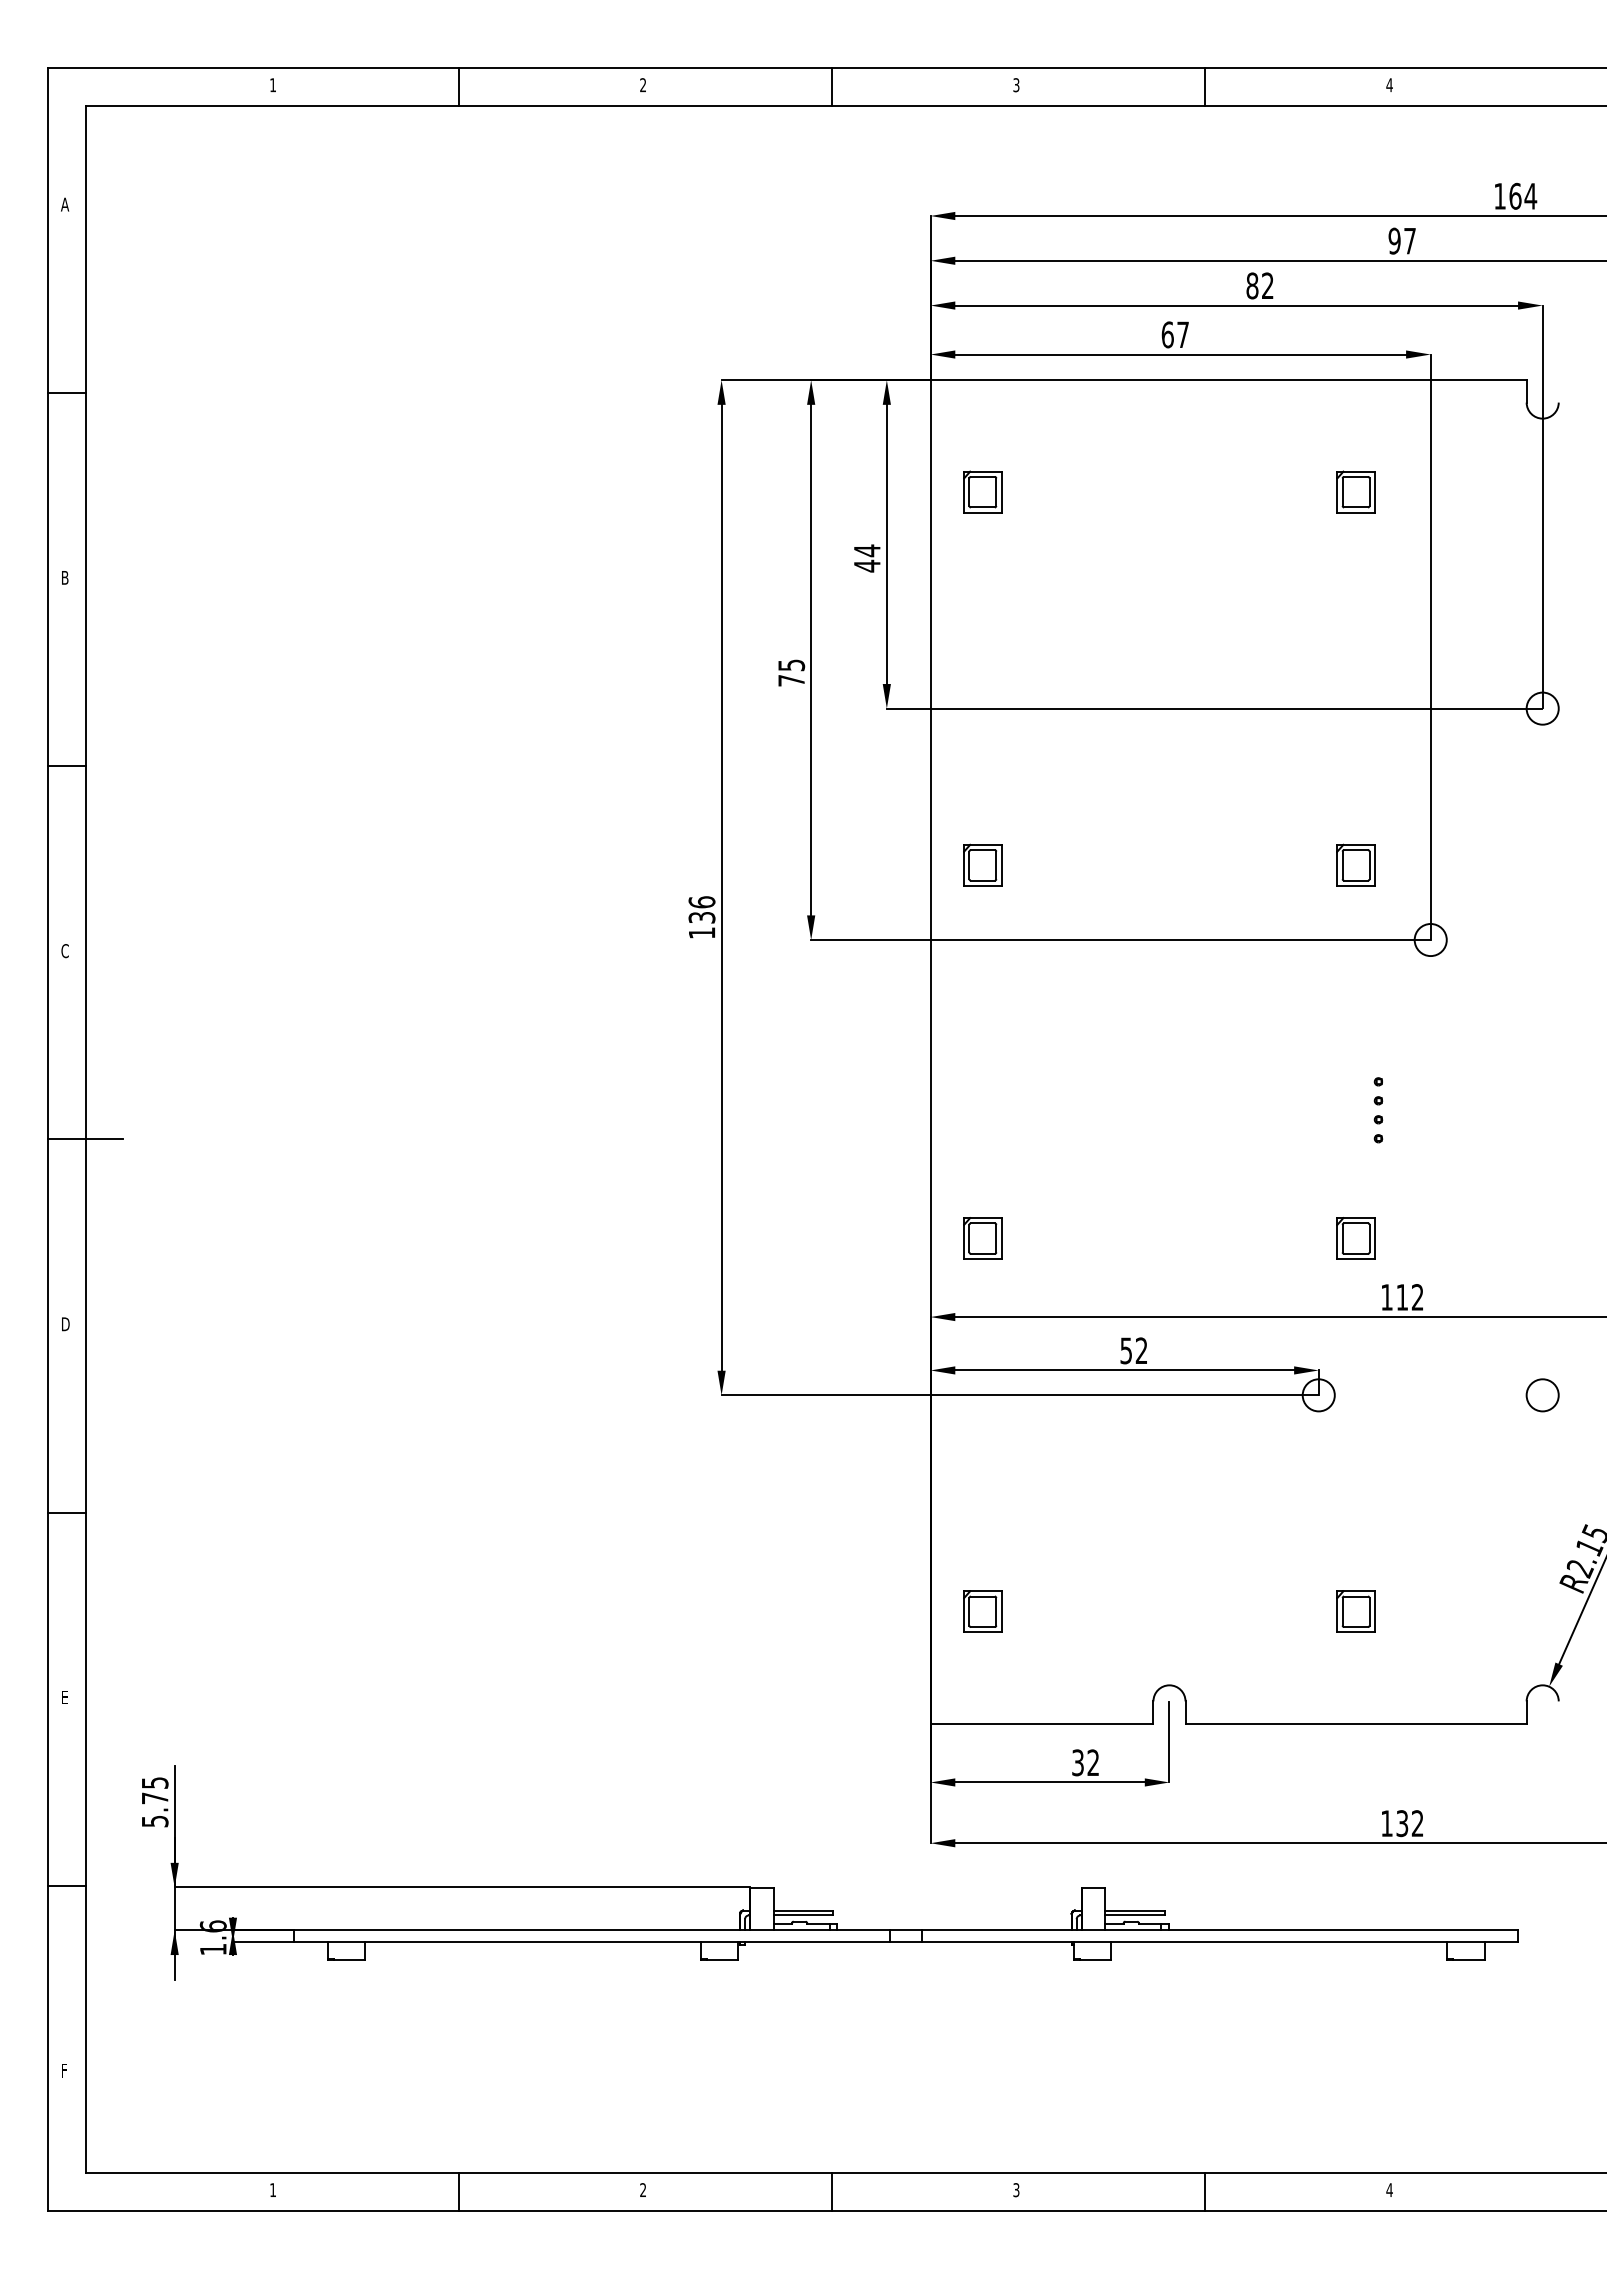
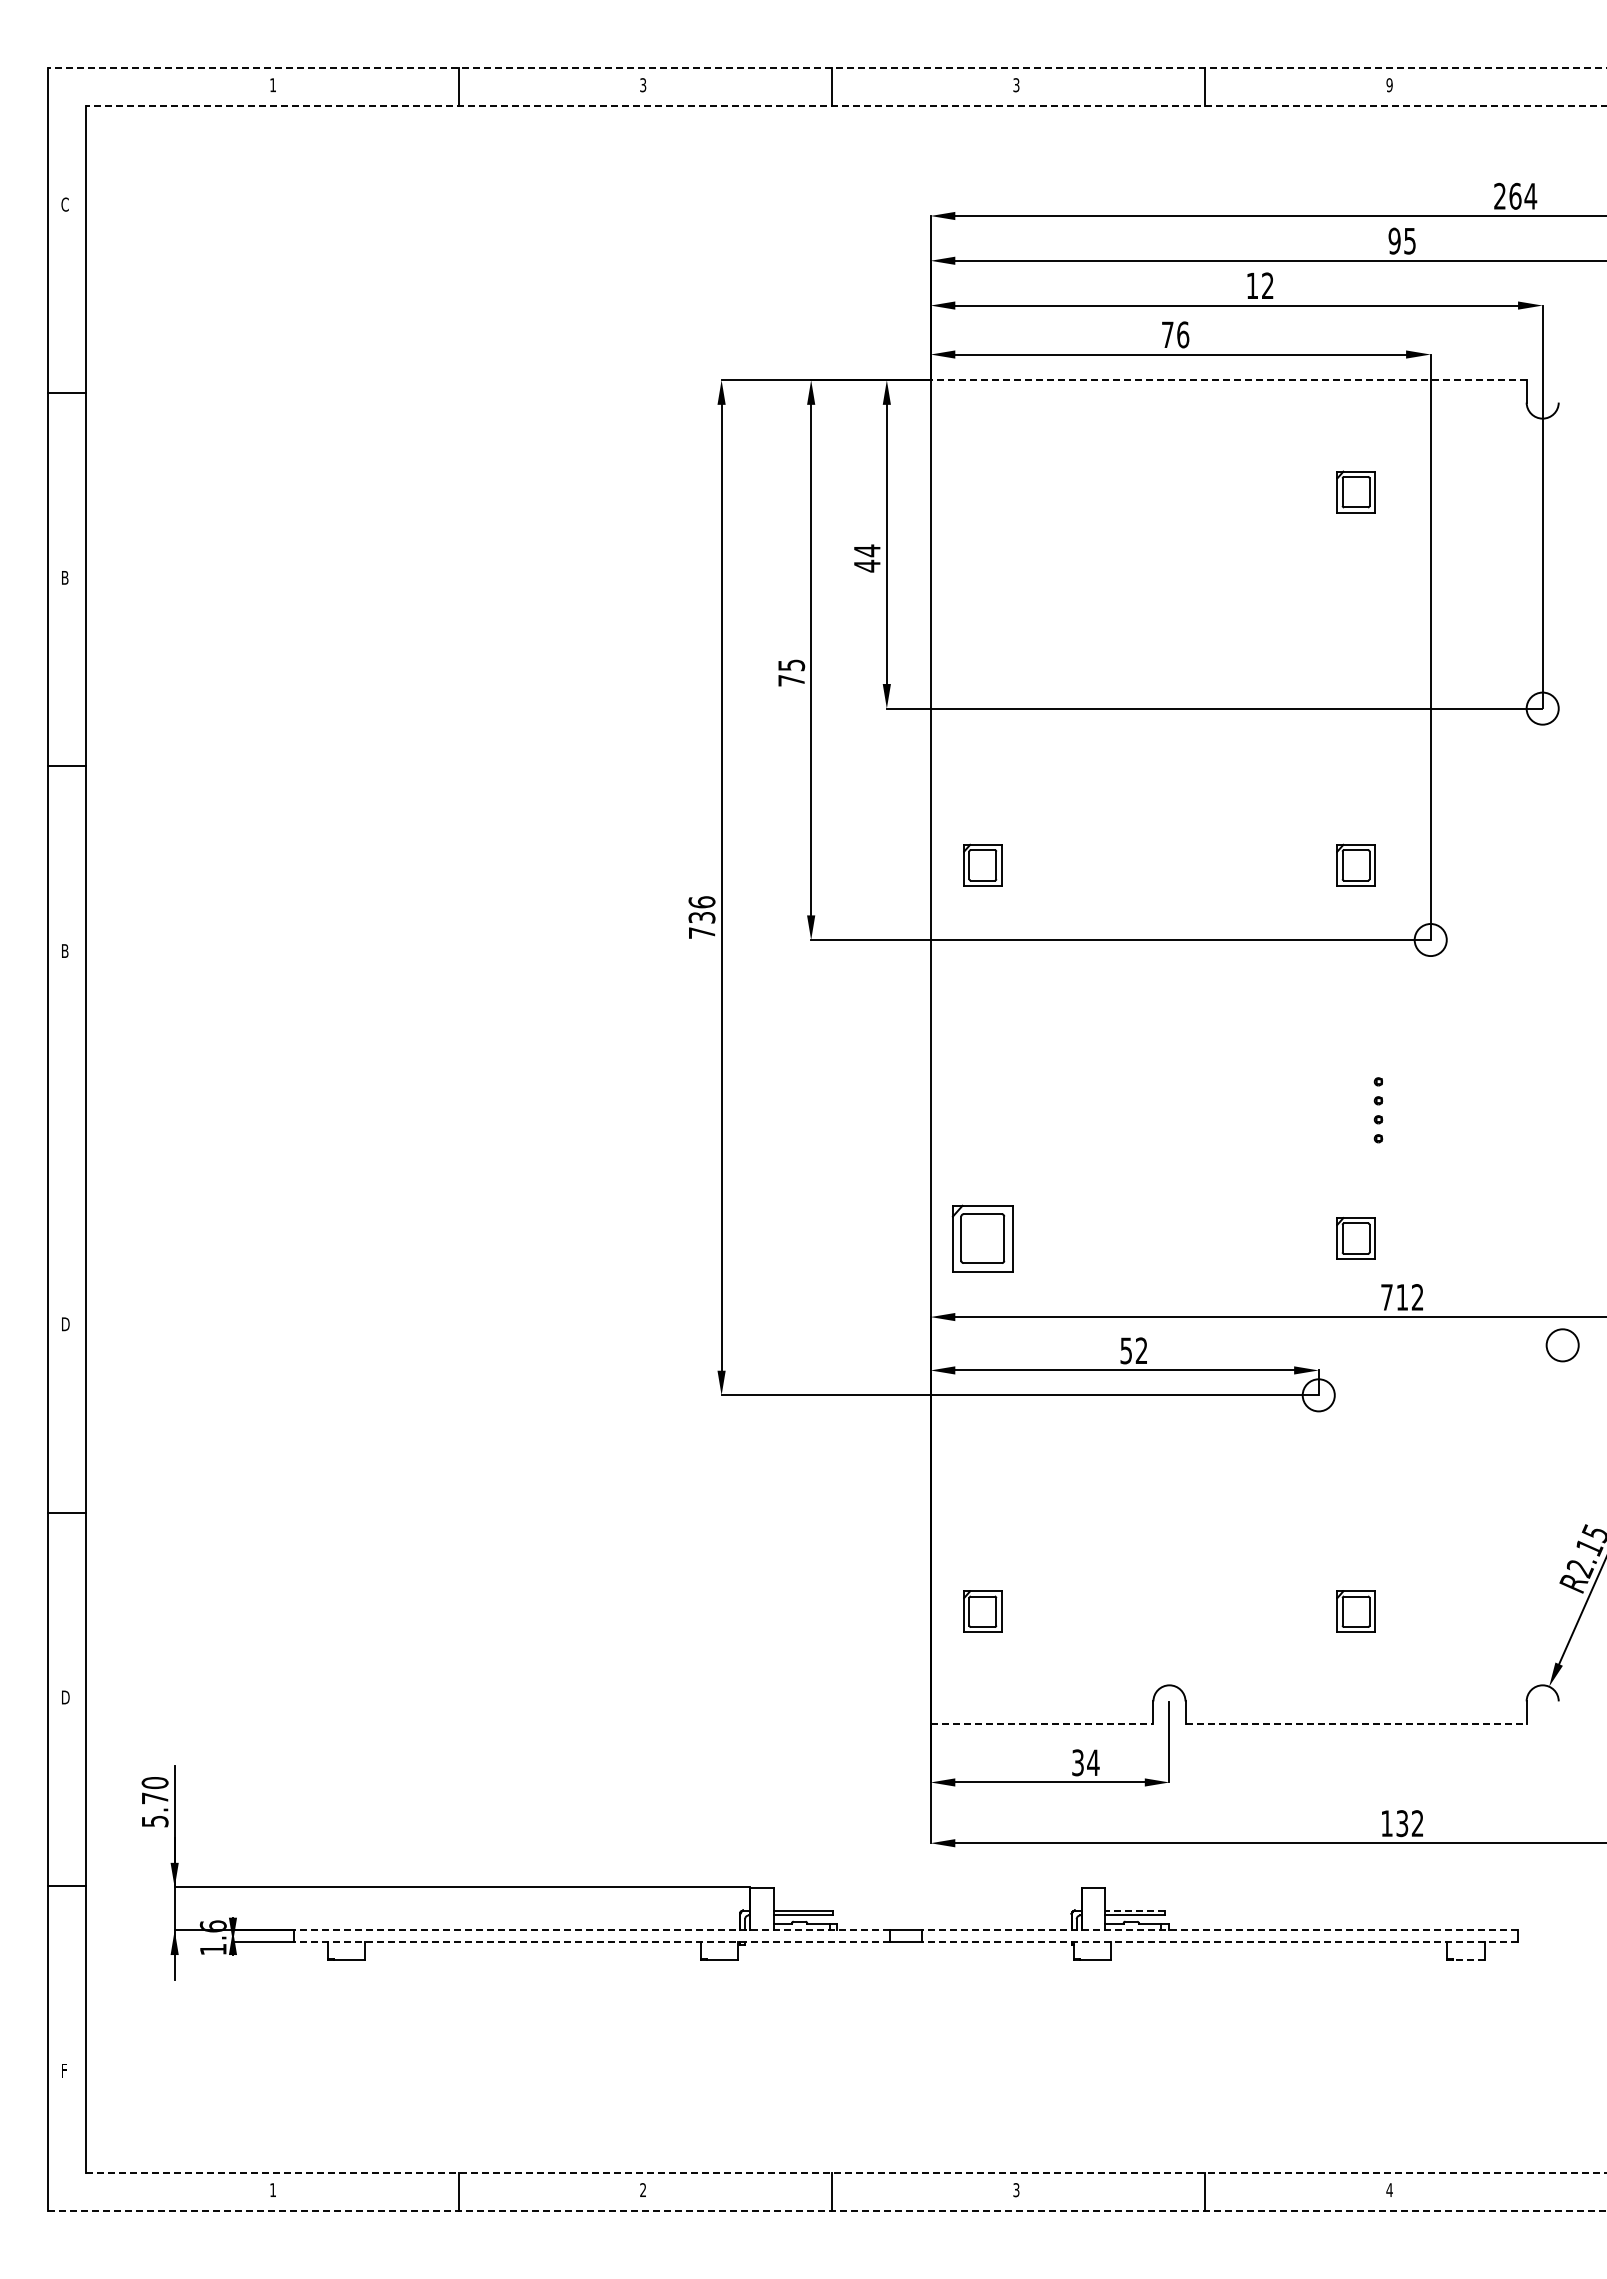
line at (827, 68): solid -> dashed
text at (643, 85): 2 -> 3
text at (1389, 85): 4 -> 9
line at (845, 105): solid -> dashed
text at (1499, 195): 164 -> 264
text at (65, 204): A -> C
text at (1409, 241): 97 -> 95
text at (1252, 285): 82 -> 12
text at (1175, 334): 67 -> 76
line at (1228, 380): solid -> dashed
part at (982, 491): present -> none
text at (702, 932): 136 -> 736
text at (64, 951): C -> B
line at (85, 1139): present -> none
part at (982, 1238) size: 40x43 px -> 63x69 px
text at (1386, 1297): 112 -> 712
circle at (1542, 1395) position: (1542, 1395) -> (1562, 1345)
text at (65, 1697): E -> D
line at (1042, 1723): solid -> dashed
line at (1356, 1723): solid -> dashed
text at (1093, 1762): 32 -> 34
text at (154, 1783): 5.75 -> 5.70
line at (1135, 1910): solid -> dashed
line at (591, 1930): solid -> dashed
line at (1219, 1930): solid -> dashed
line at (591, 1942): solid -> dashed
line at (1219, 1942): solid -> dashed
line at (1469, 1960): solid -> dashed
line at (846, 2173): solid -> dashed
line at (828, 2210): solid -> dashed
